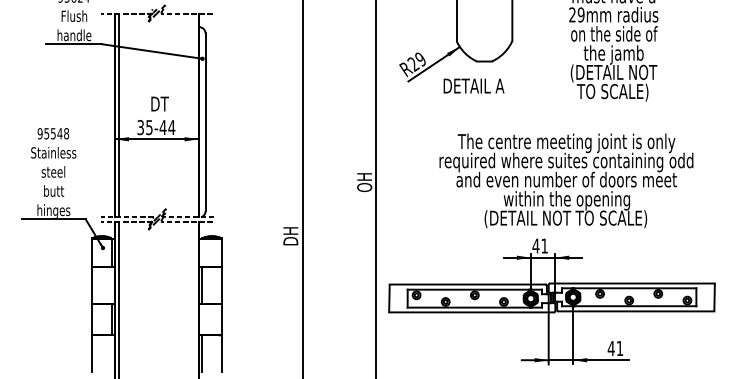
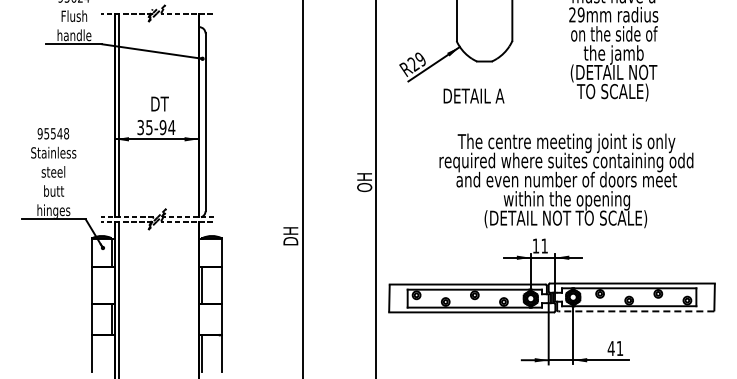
text at (473, 85) position: (473, 85) -> (473, 95)
text at (162, 127): 35-44 -> 35-94
text at (535, 245): 41 -> 11
line at (636, 311): solid -> dashed
